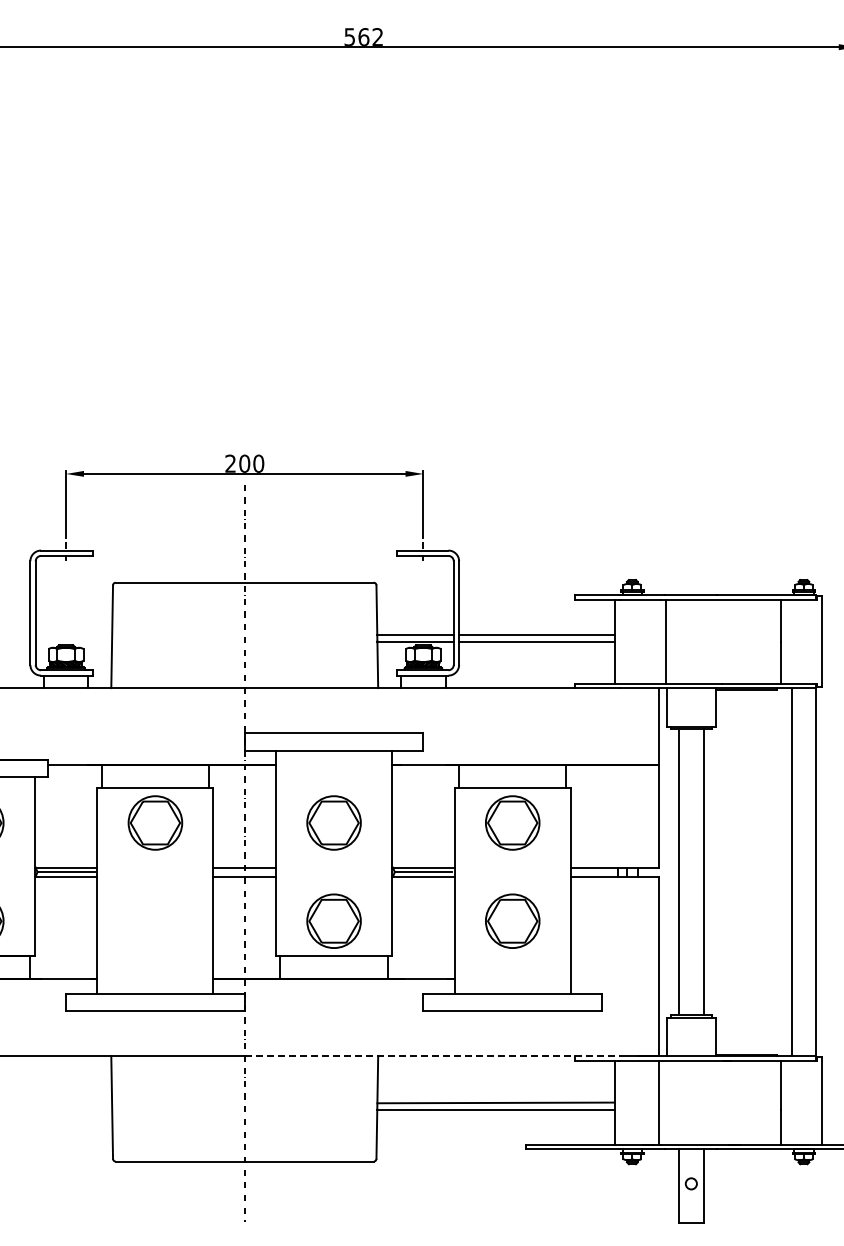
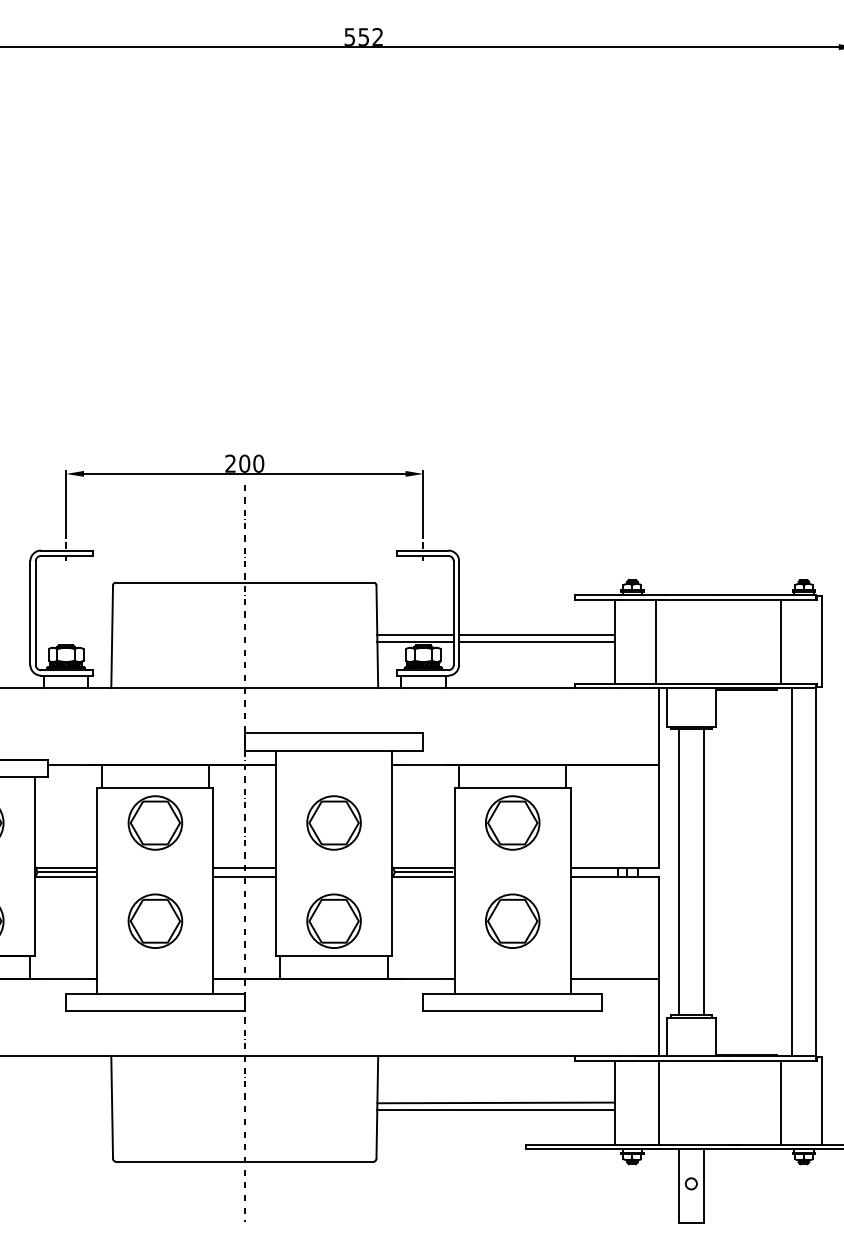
text at (363, 36): 562 -> 552
line at (665, 641) position: (665, 641) -> (655, 641)
part at (155, 920): none -> present
line at (614, 979): none -> present
line at (432, 1056): dashed -> solid
